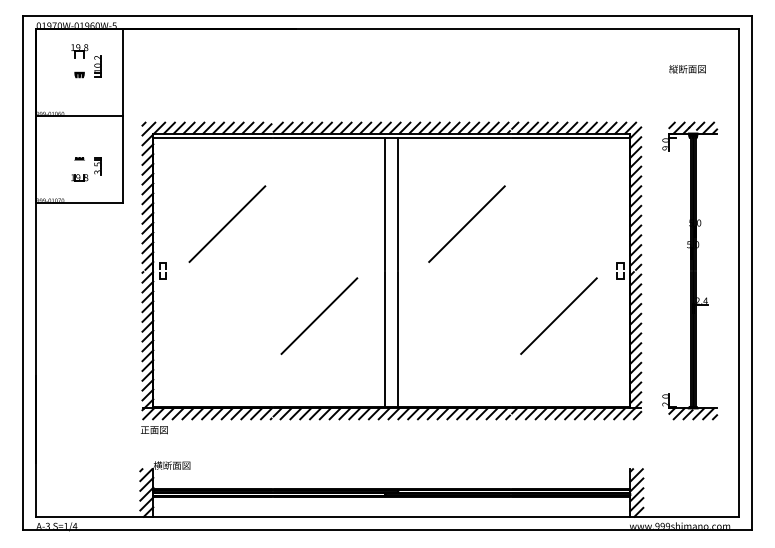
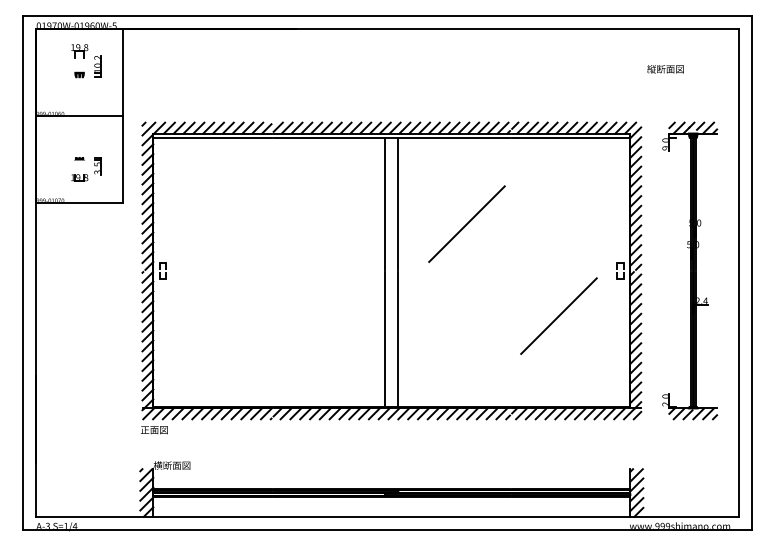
text at (687, 69) position: (687, 69) -> (665, 69)
line at (227, 223): present -> none
line at (319, 315): present -> none
